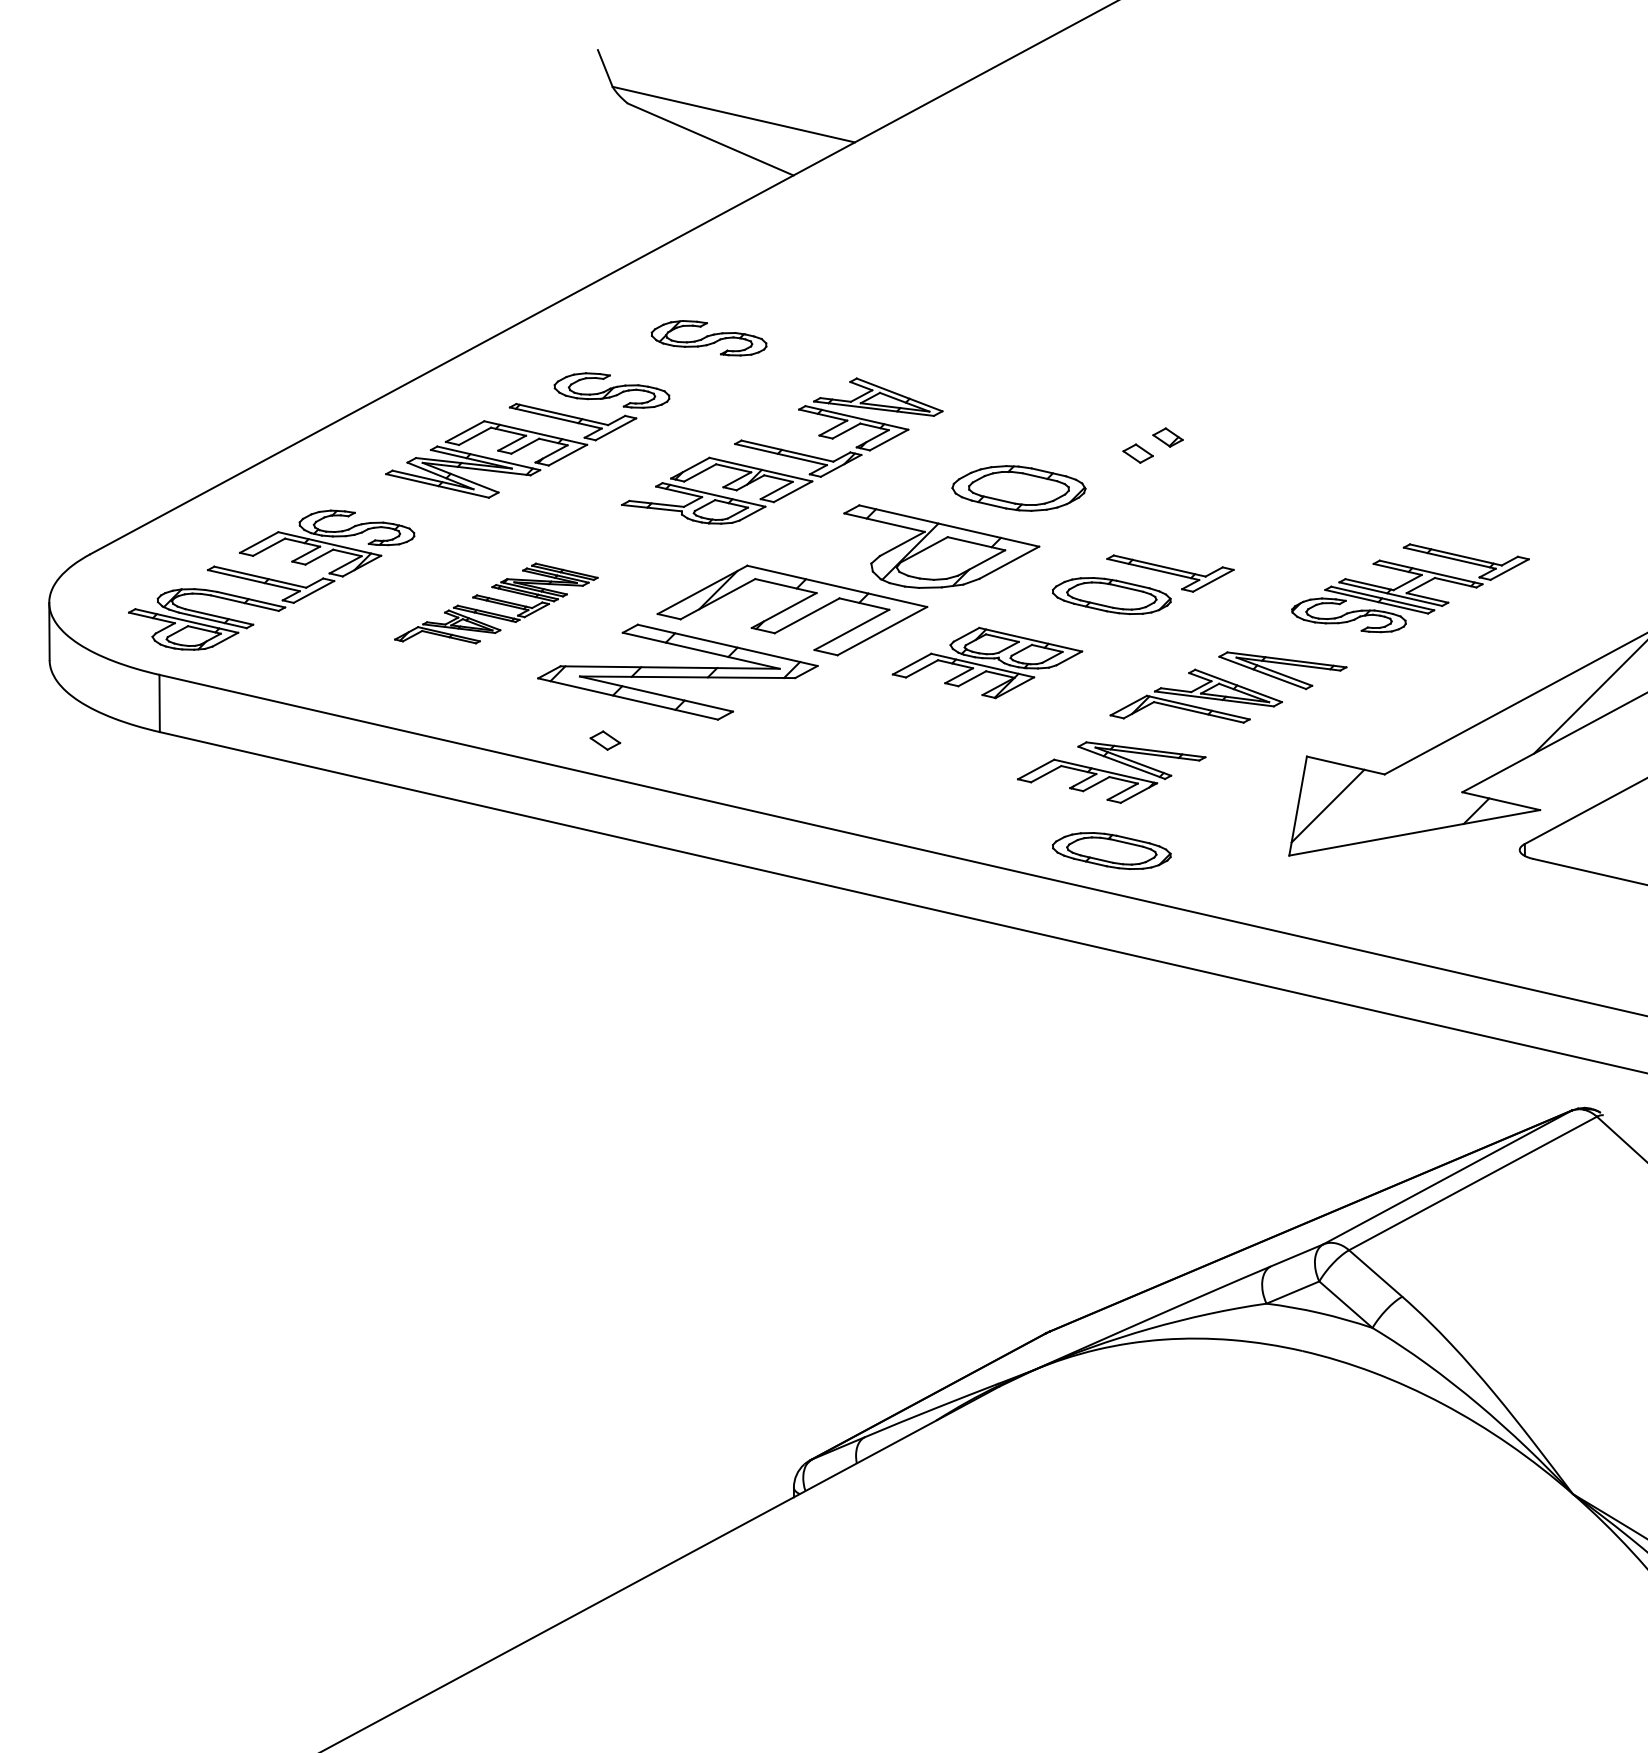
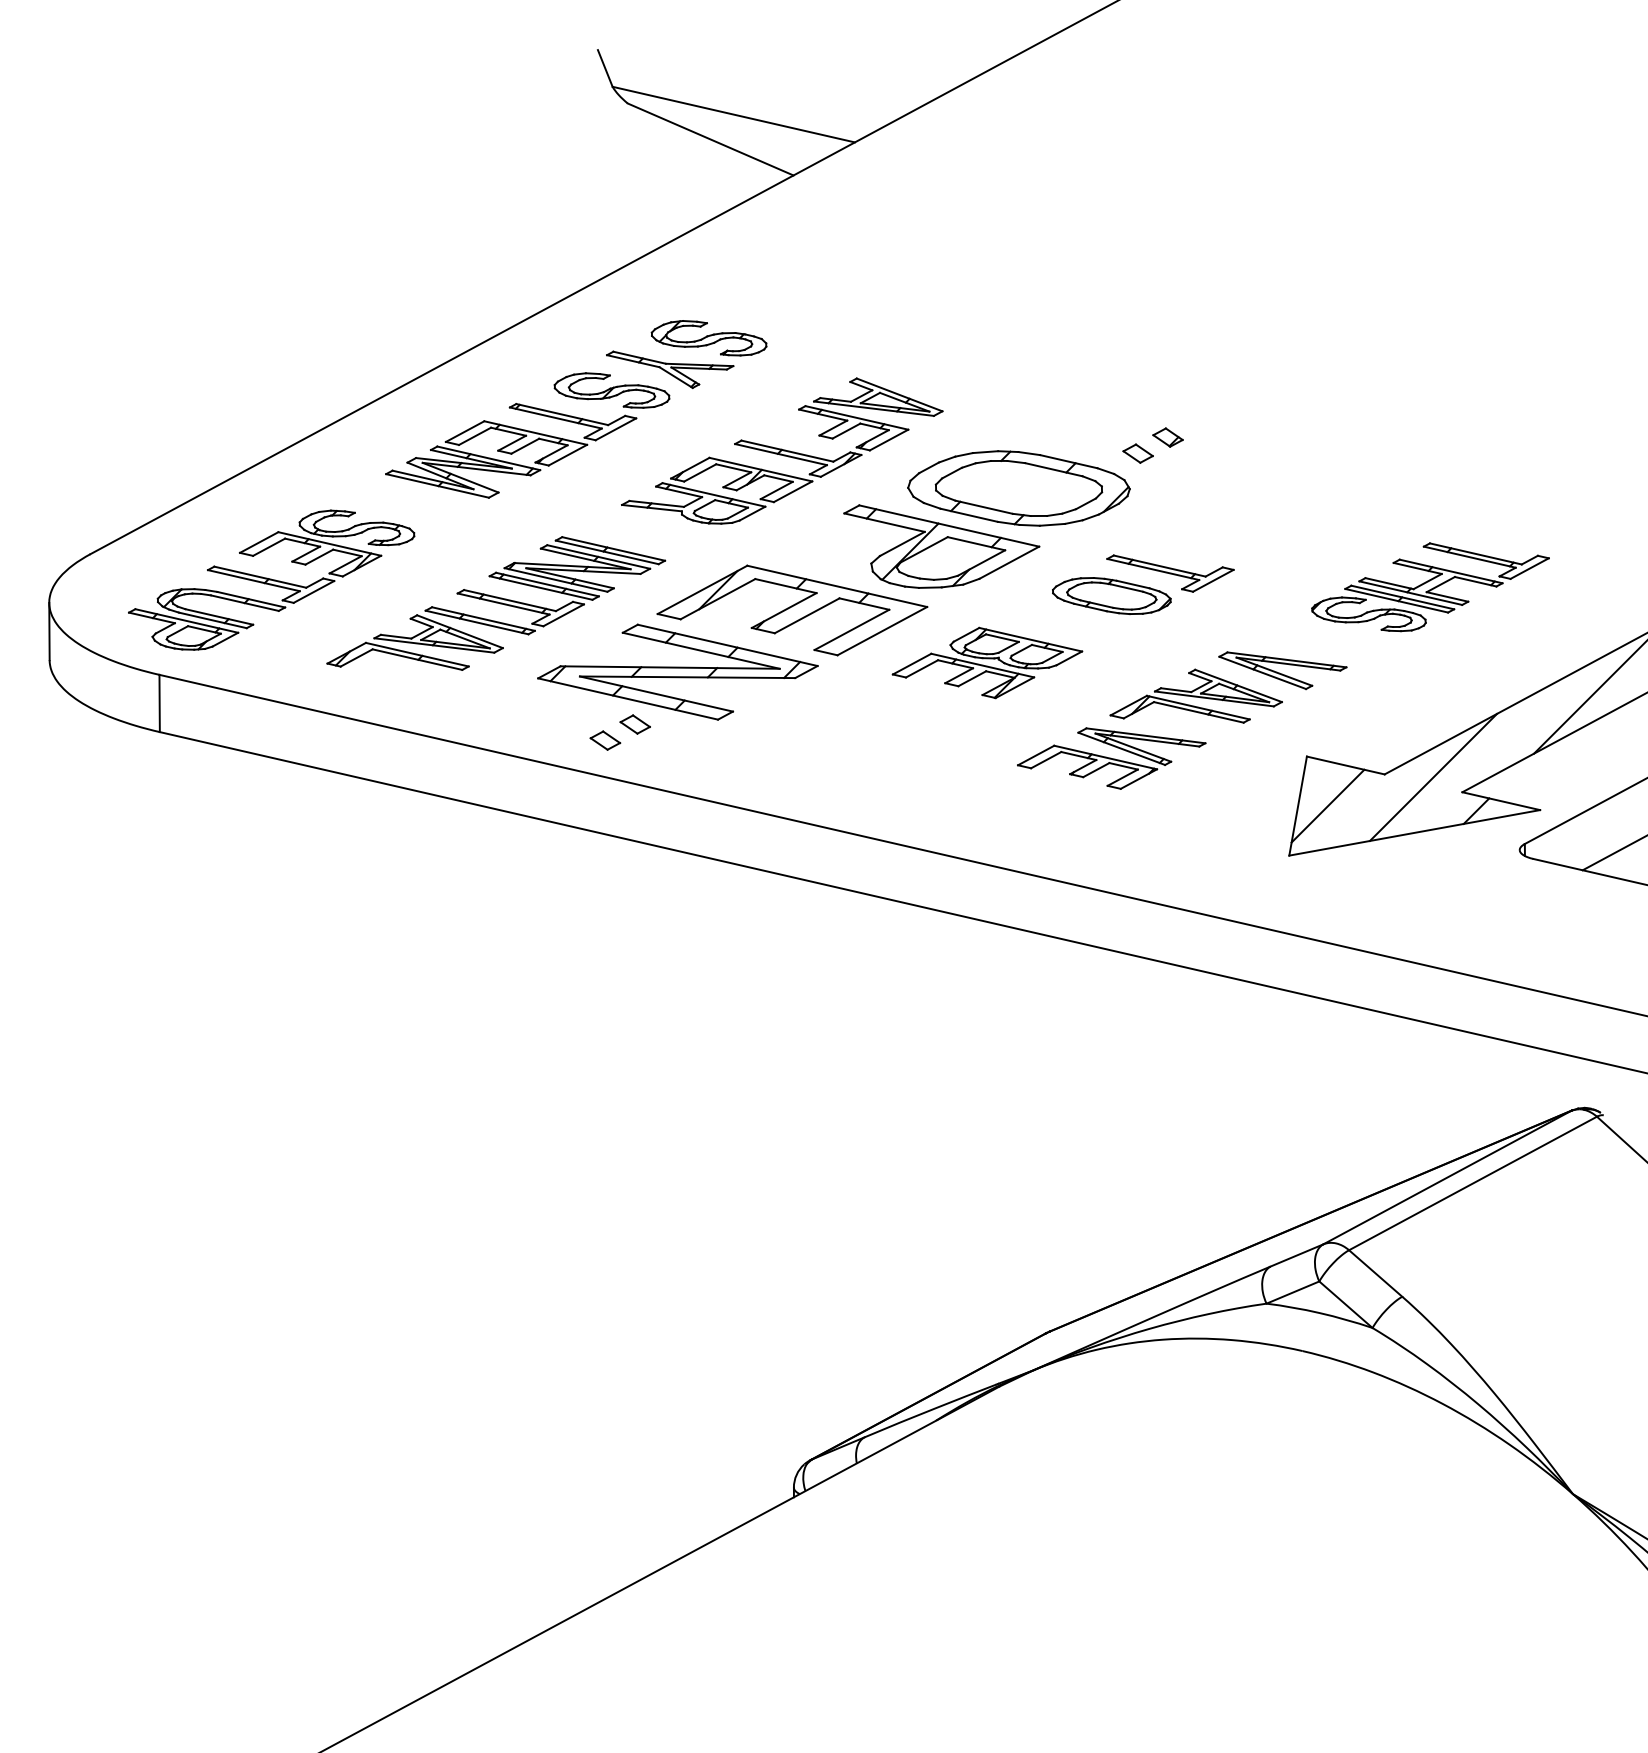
part at (670, 369): none -> present
part at (1018, 488) size: 136x47 px -> 224x77 px
part at (1410, 588) position: (1410, 588) -> (1430, 587)
part at (496, 603) size: 205x83 px -> 341x135 px
part at (634, 724): none -> present
part at (1111, 772) position: (1111, 772) -> (1111, 758)
line at (1433, 776): none -> present
part at (1111, 850): present -> none
line at (1613, 853): none -> present
